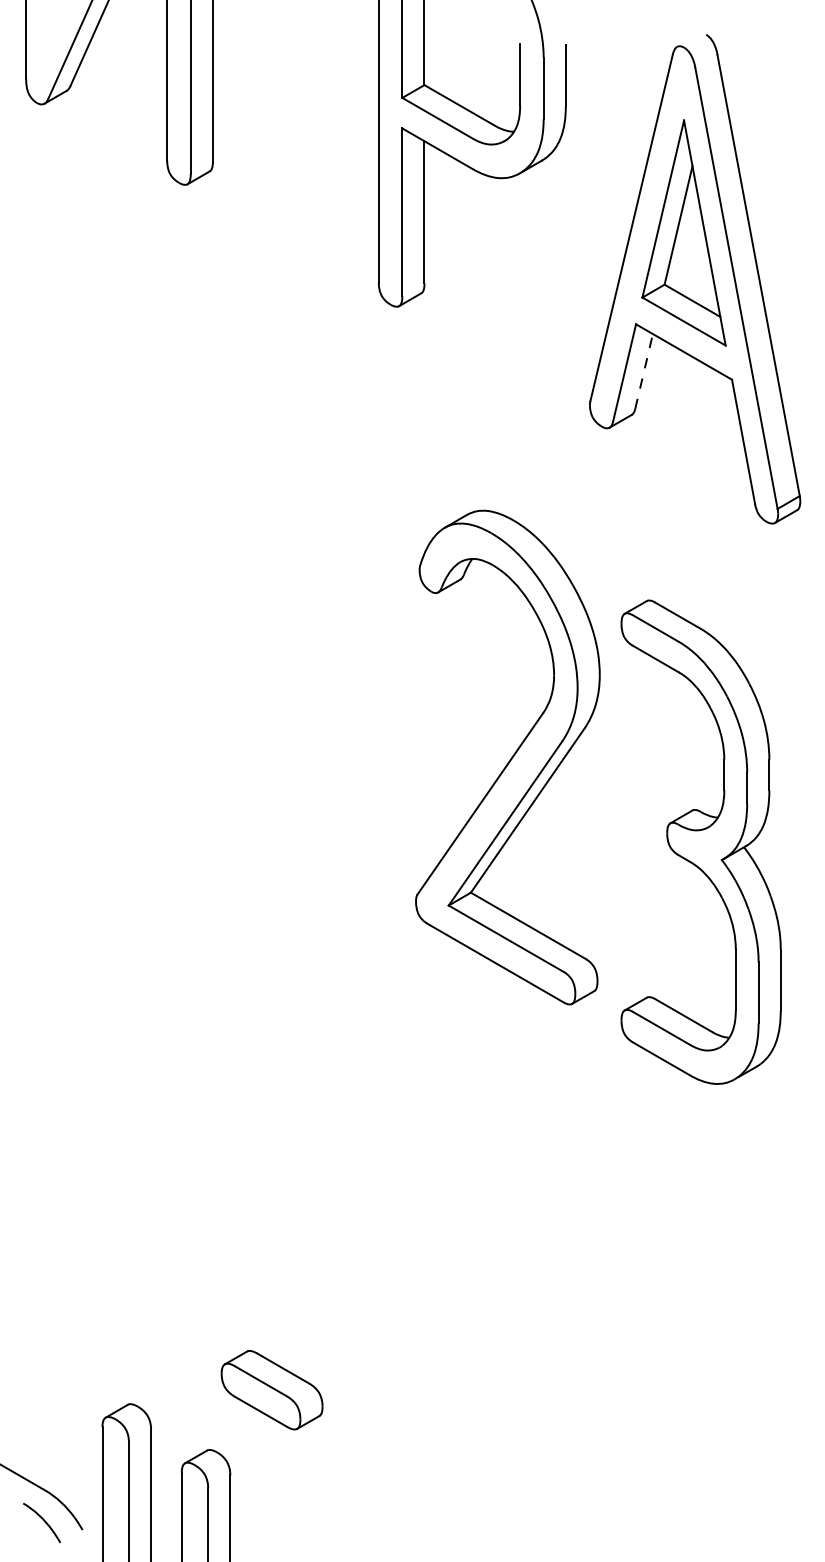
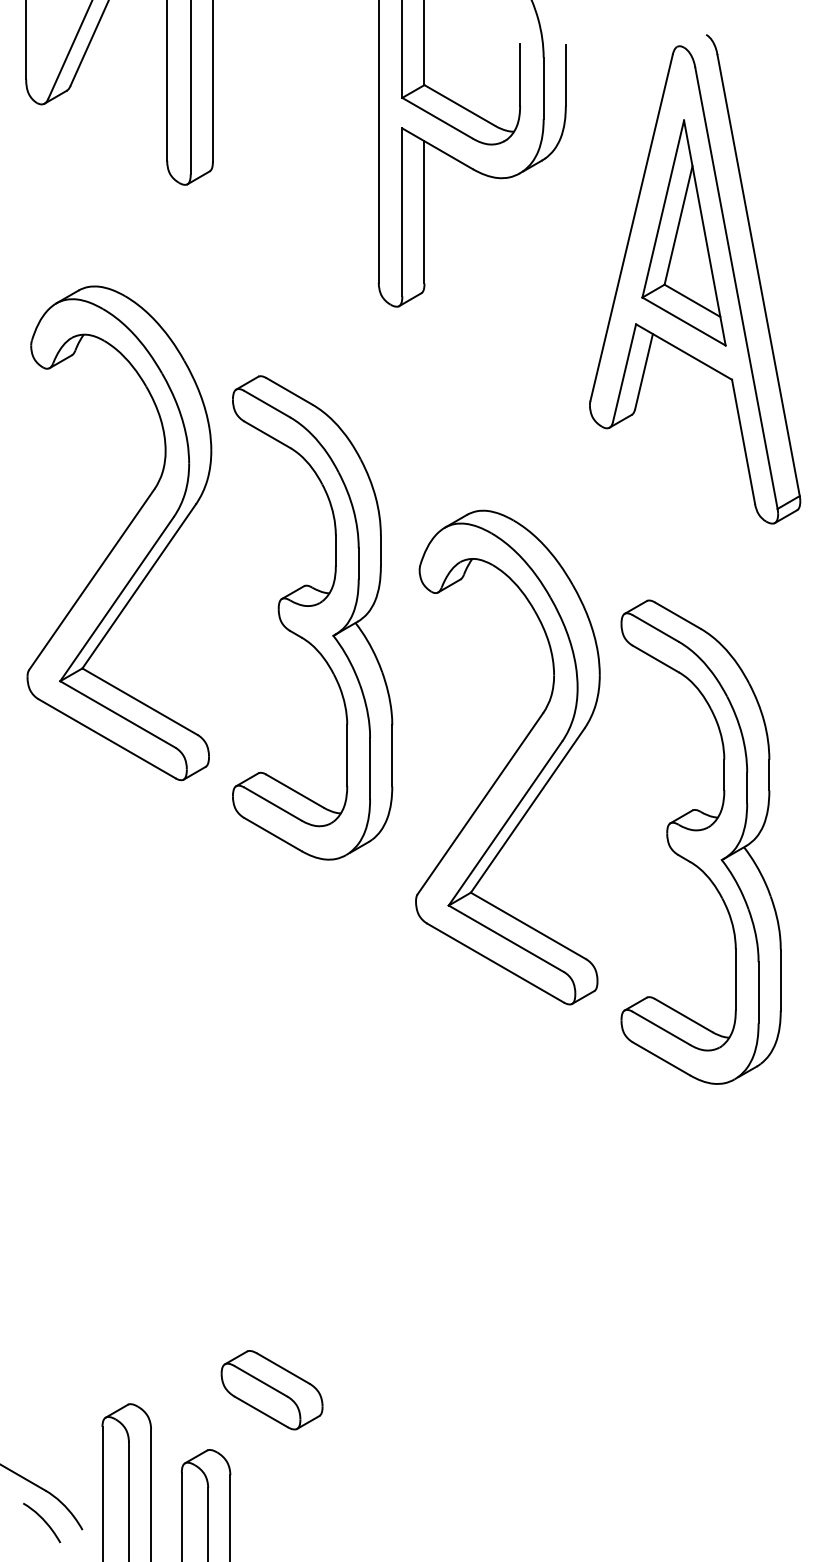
line at (644, 371): dashed -> solid
part at (119, 533): none -> present
part at (312, 617): none -> present
